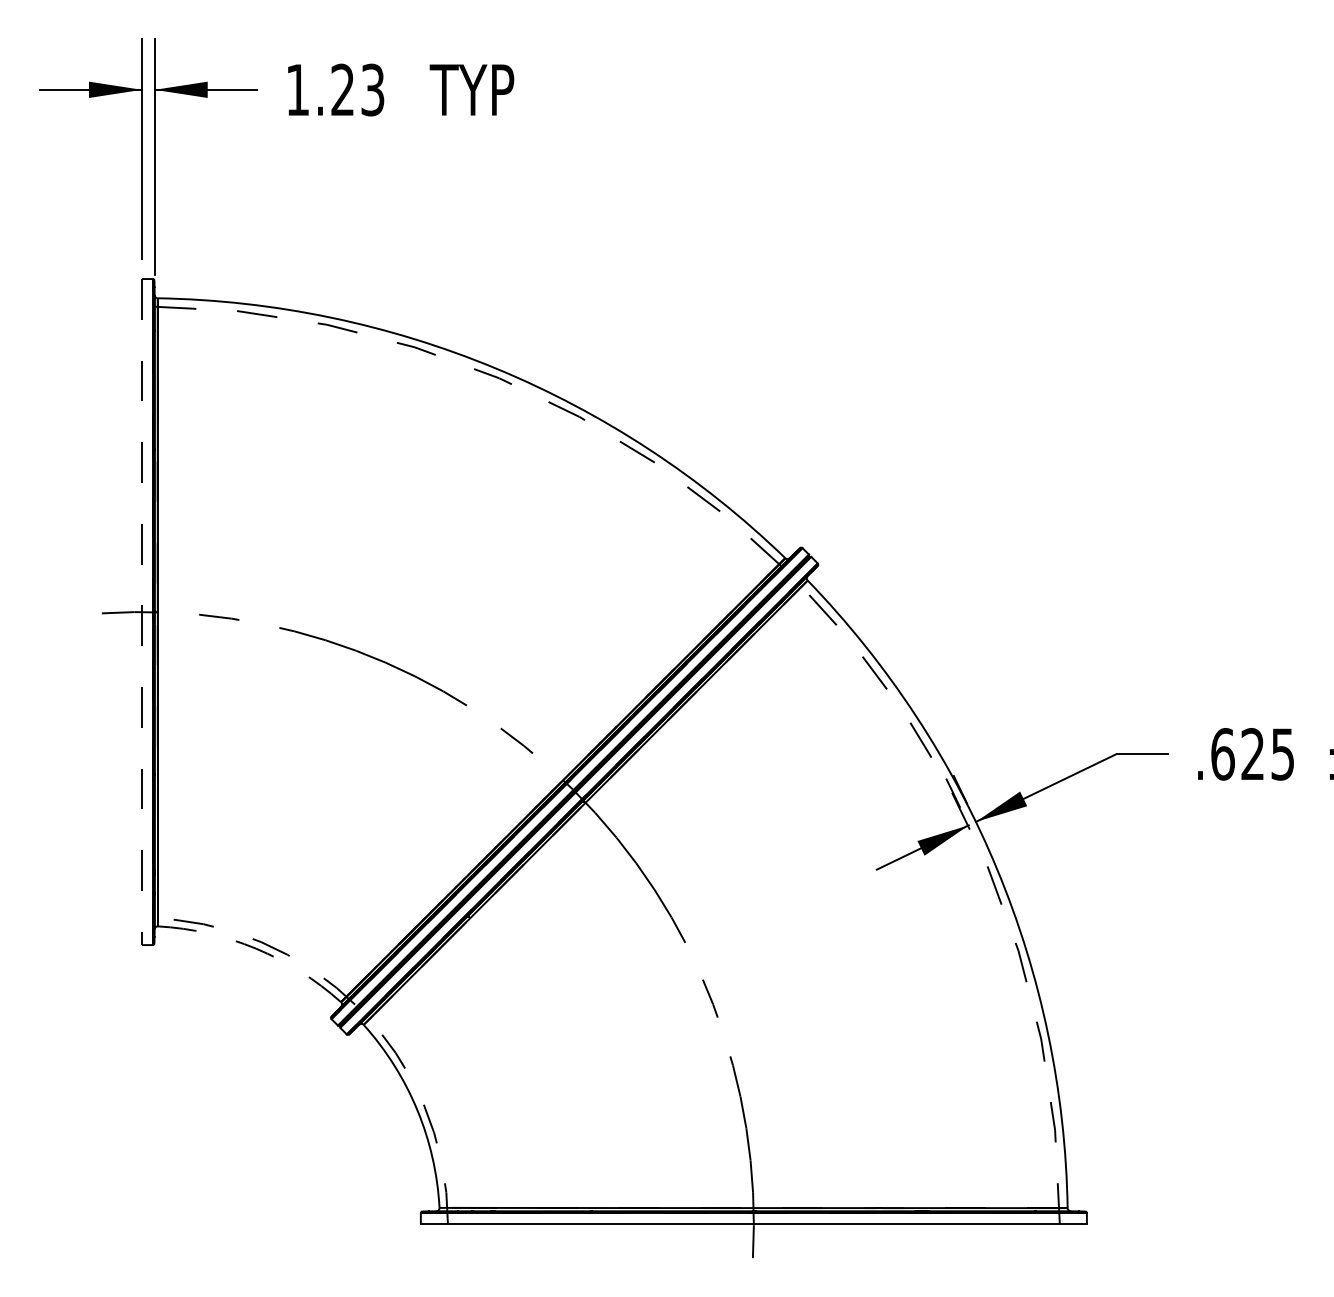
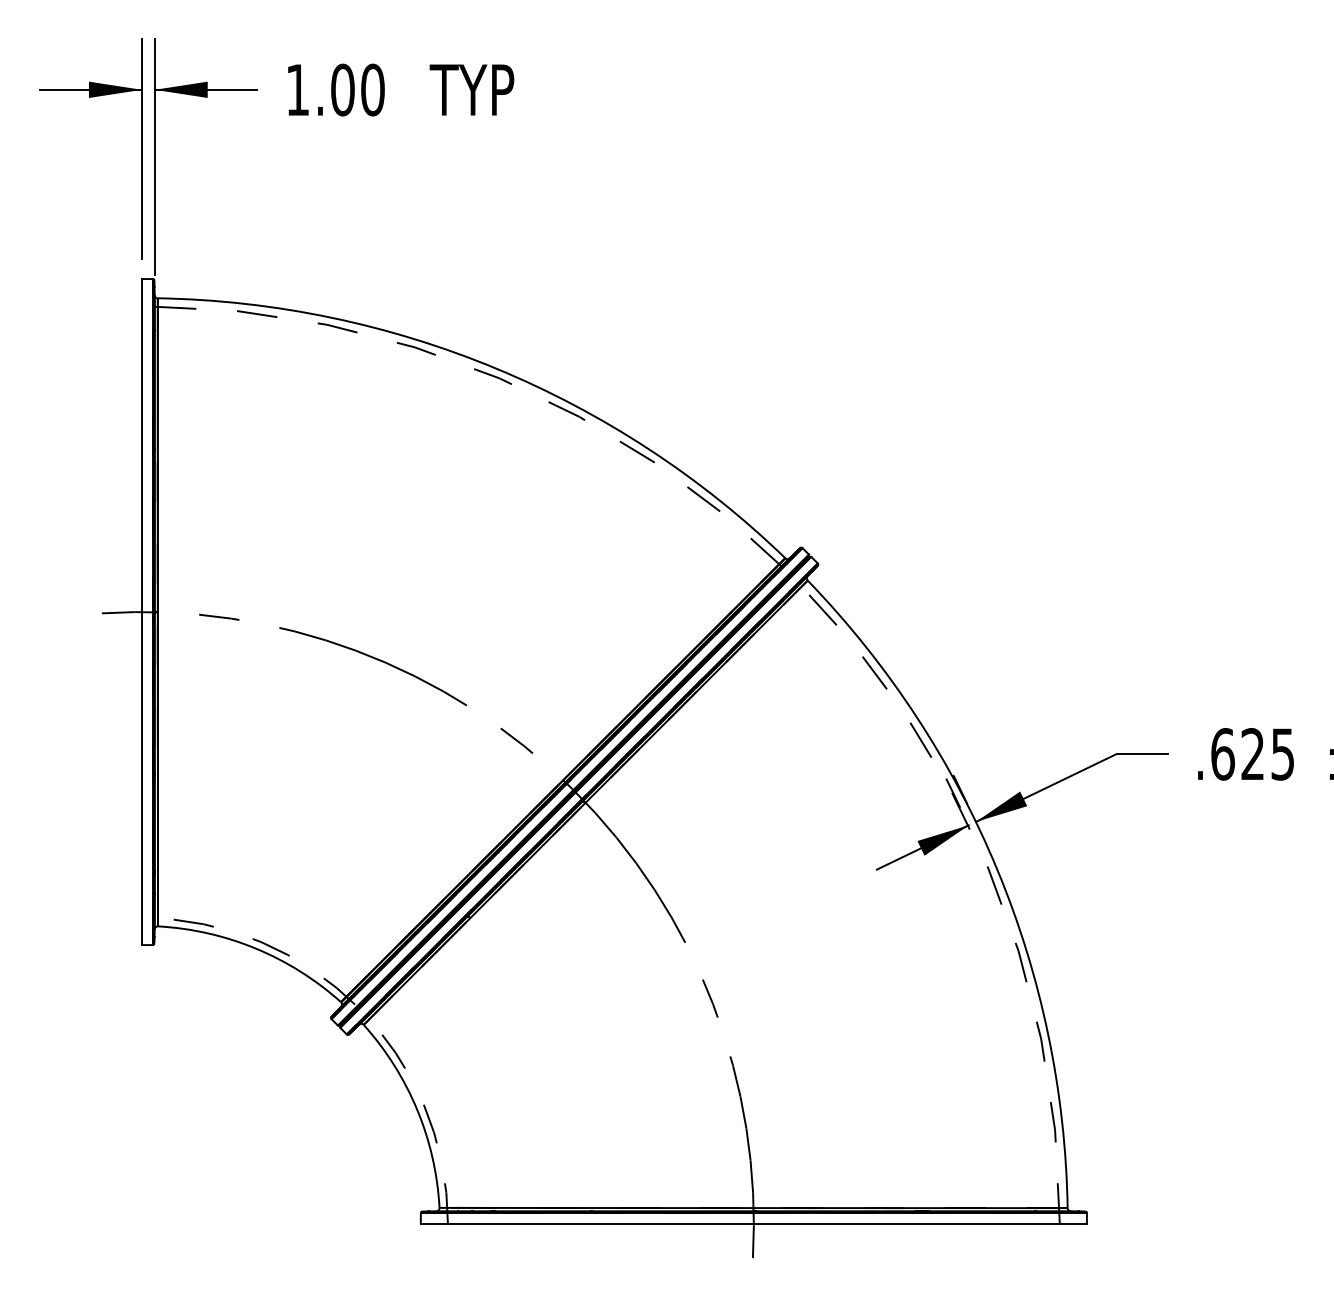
text at (357, 89): 1.23 -> 1.00
line at (142, 612): dashed -> solid
arc at (256, 948): dashed -> solid
